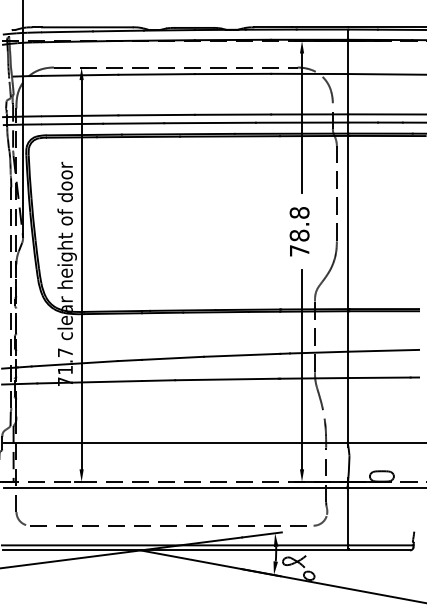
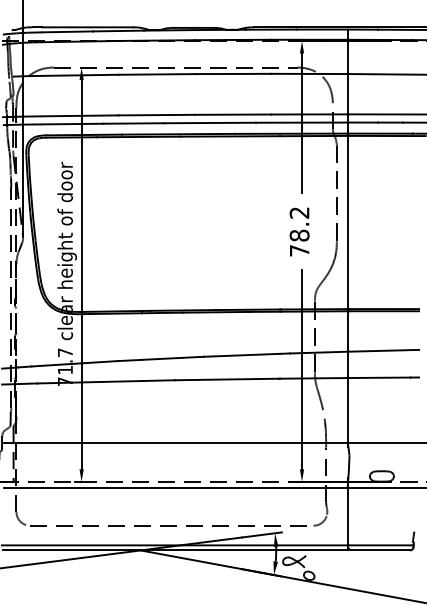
text at (299, 212): 78.8 -> 78.2
